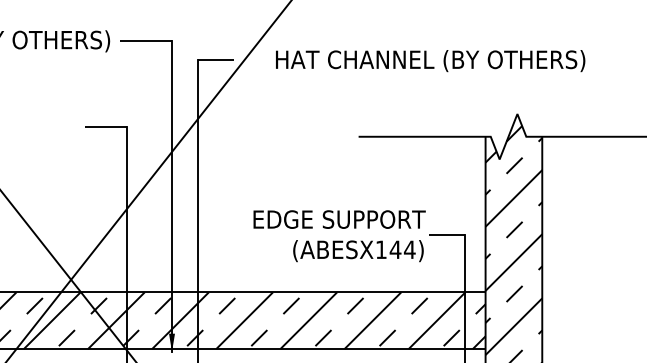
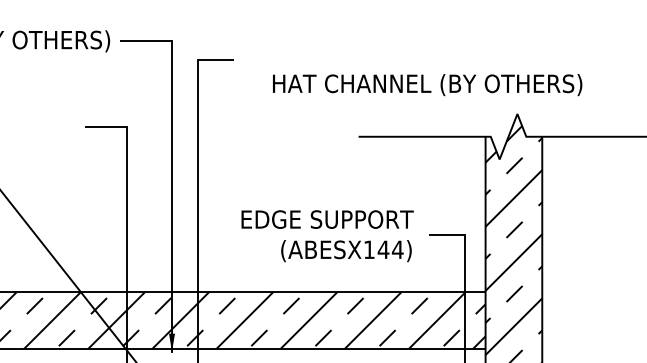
text at (430, 61) position: (430, 61) -> (427, 85)
line at (148, 180): present -> none
text at (339, 236) position: (339, 236) -> (327, 236)
